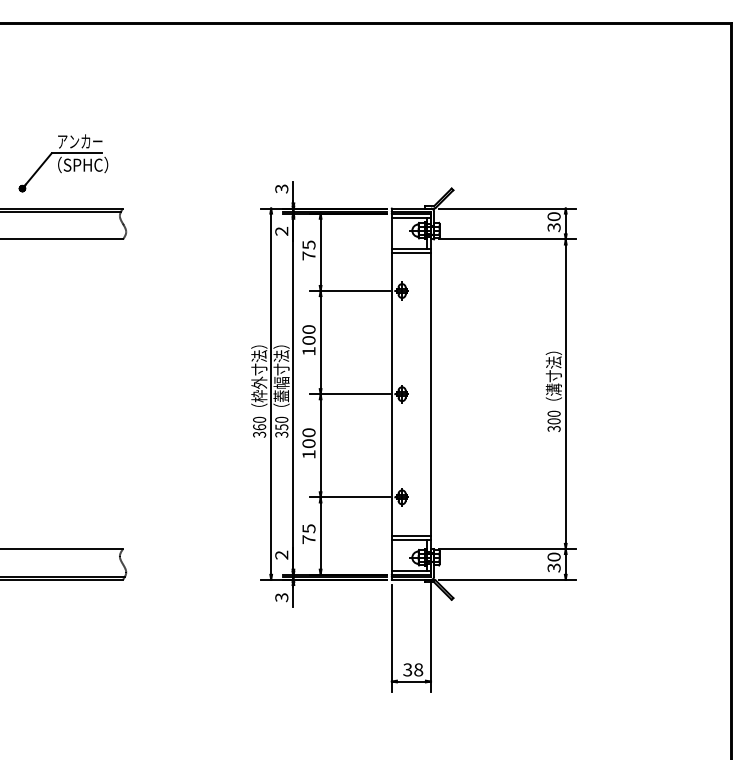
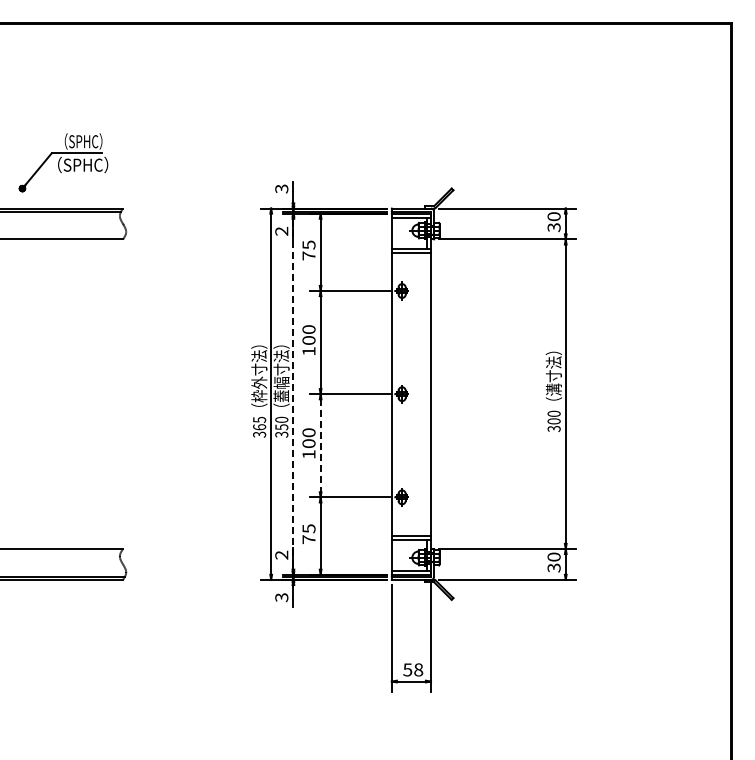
text at (80, 141): アンカー -> （SPHC）
line at (293, 394): solid -> dashed
text at (259, 419): 360 -> 365
line at (320, 446): solid -> dashed
text at (407, 669): 38 -> 58
